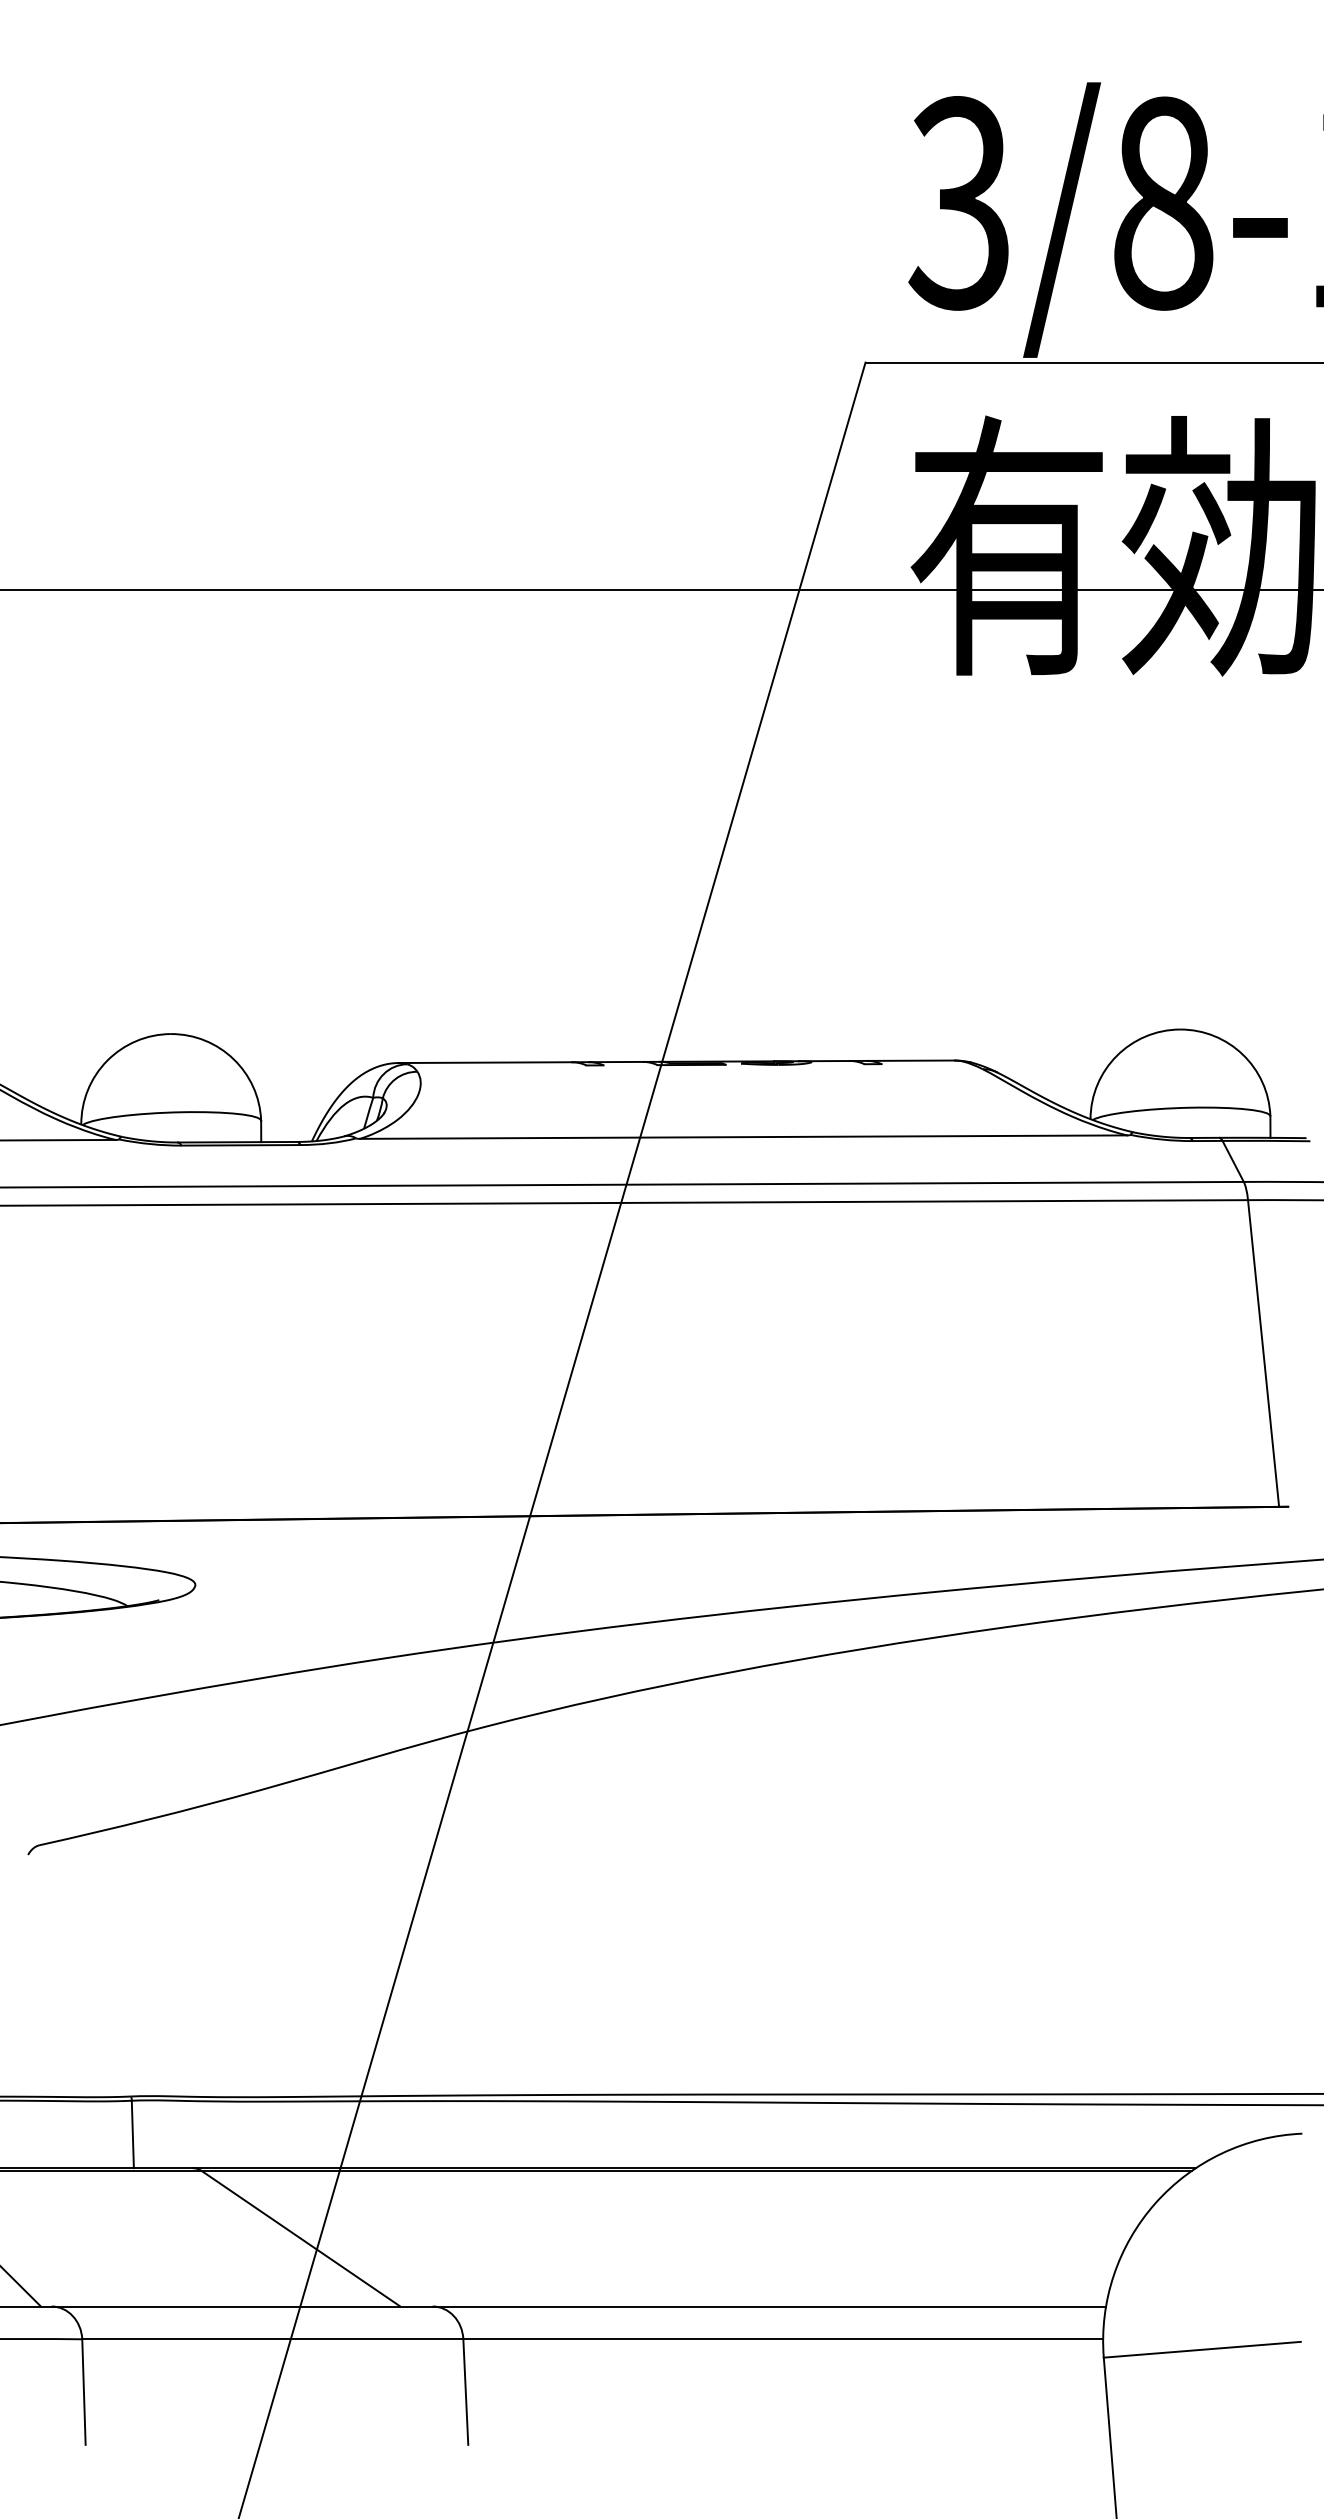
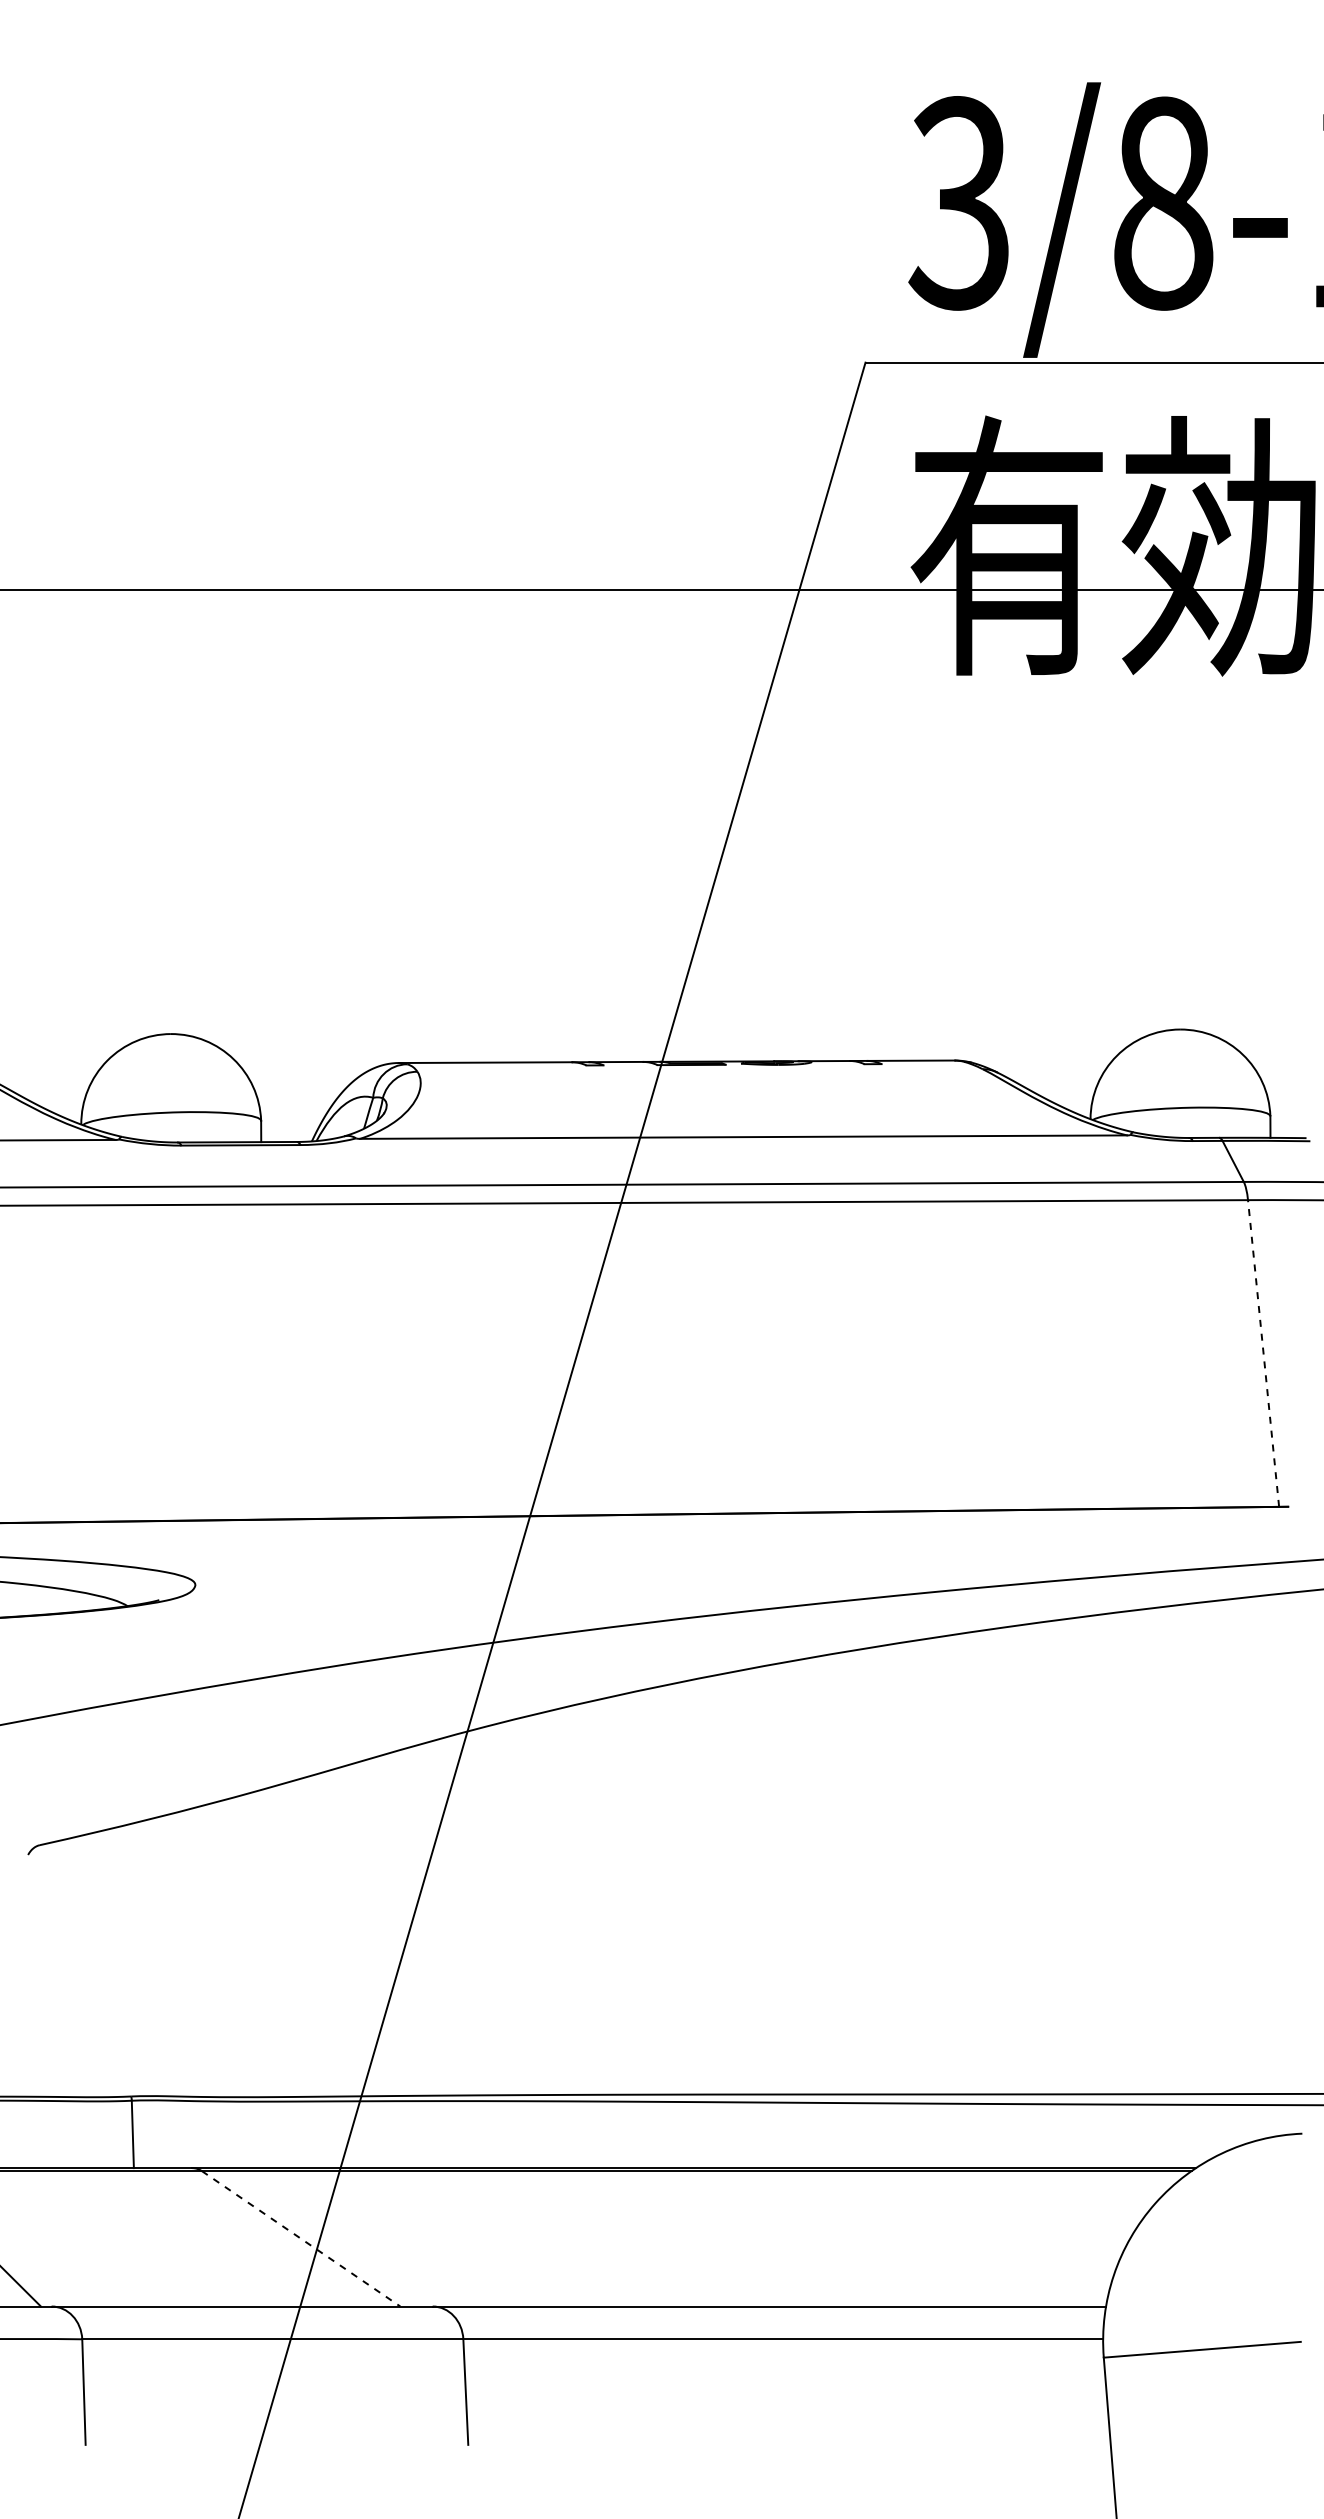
line at (1263, 1353): solid -> dashed
line at (301, 2239): solid -> dashed
